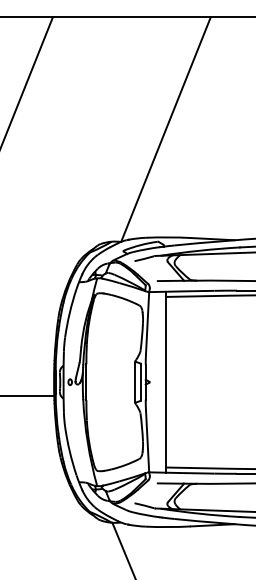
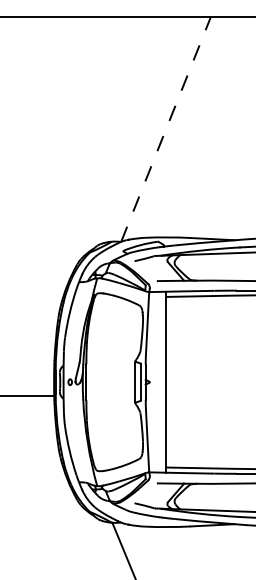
line at (27, 80): present -> none
line at (165, 129): solid -> dashed
